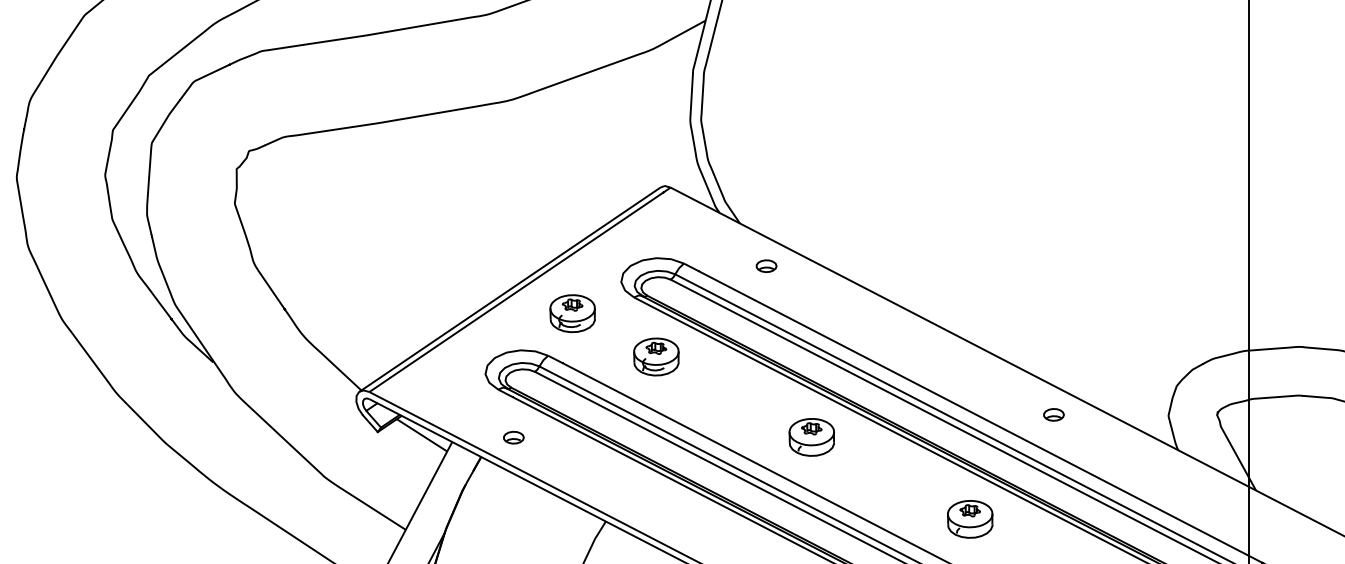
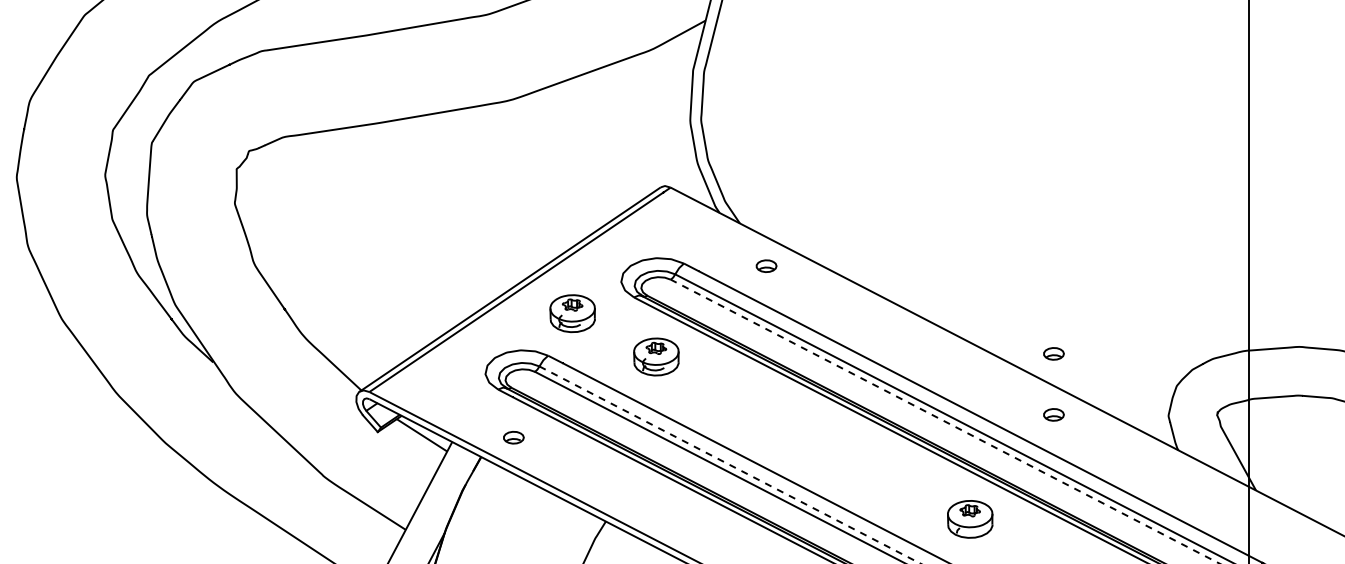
part at (1053, 353): none -> present
line at (945, 421): solid -> dashed
part at (811, 437): present -> none
line at (730, 465): solid -> dashed
